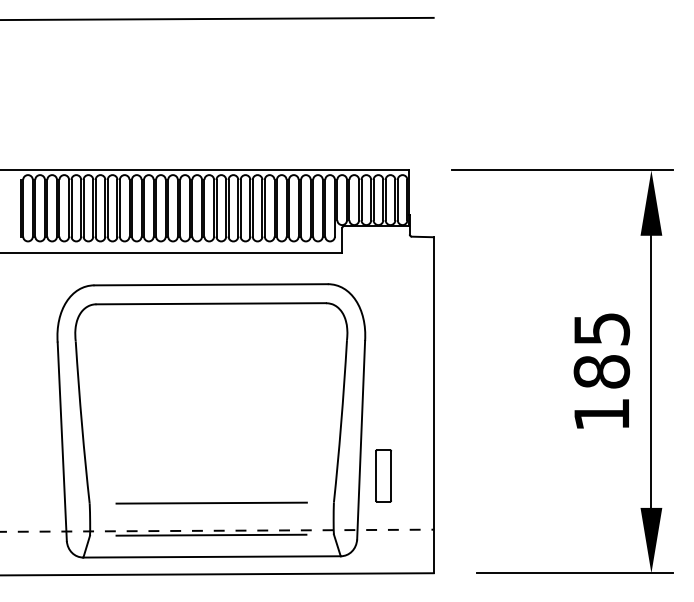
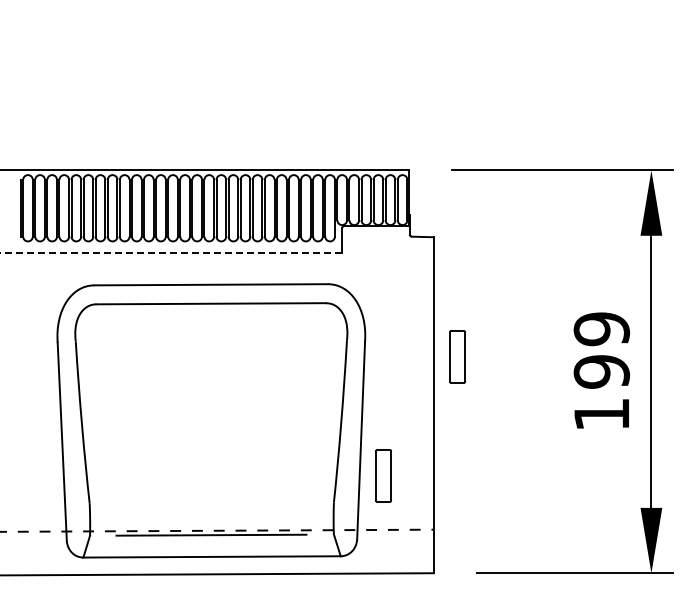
line at (217, 18): present -> none
line at (171, 252): solid -> dashed
text at (601, 350): 185 -> 199
part at (457, 356): none -> present
line at (211, 502): present -> none
